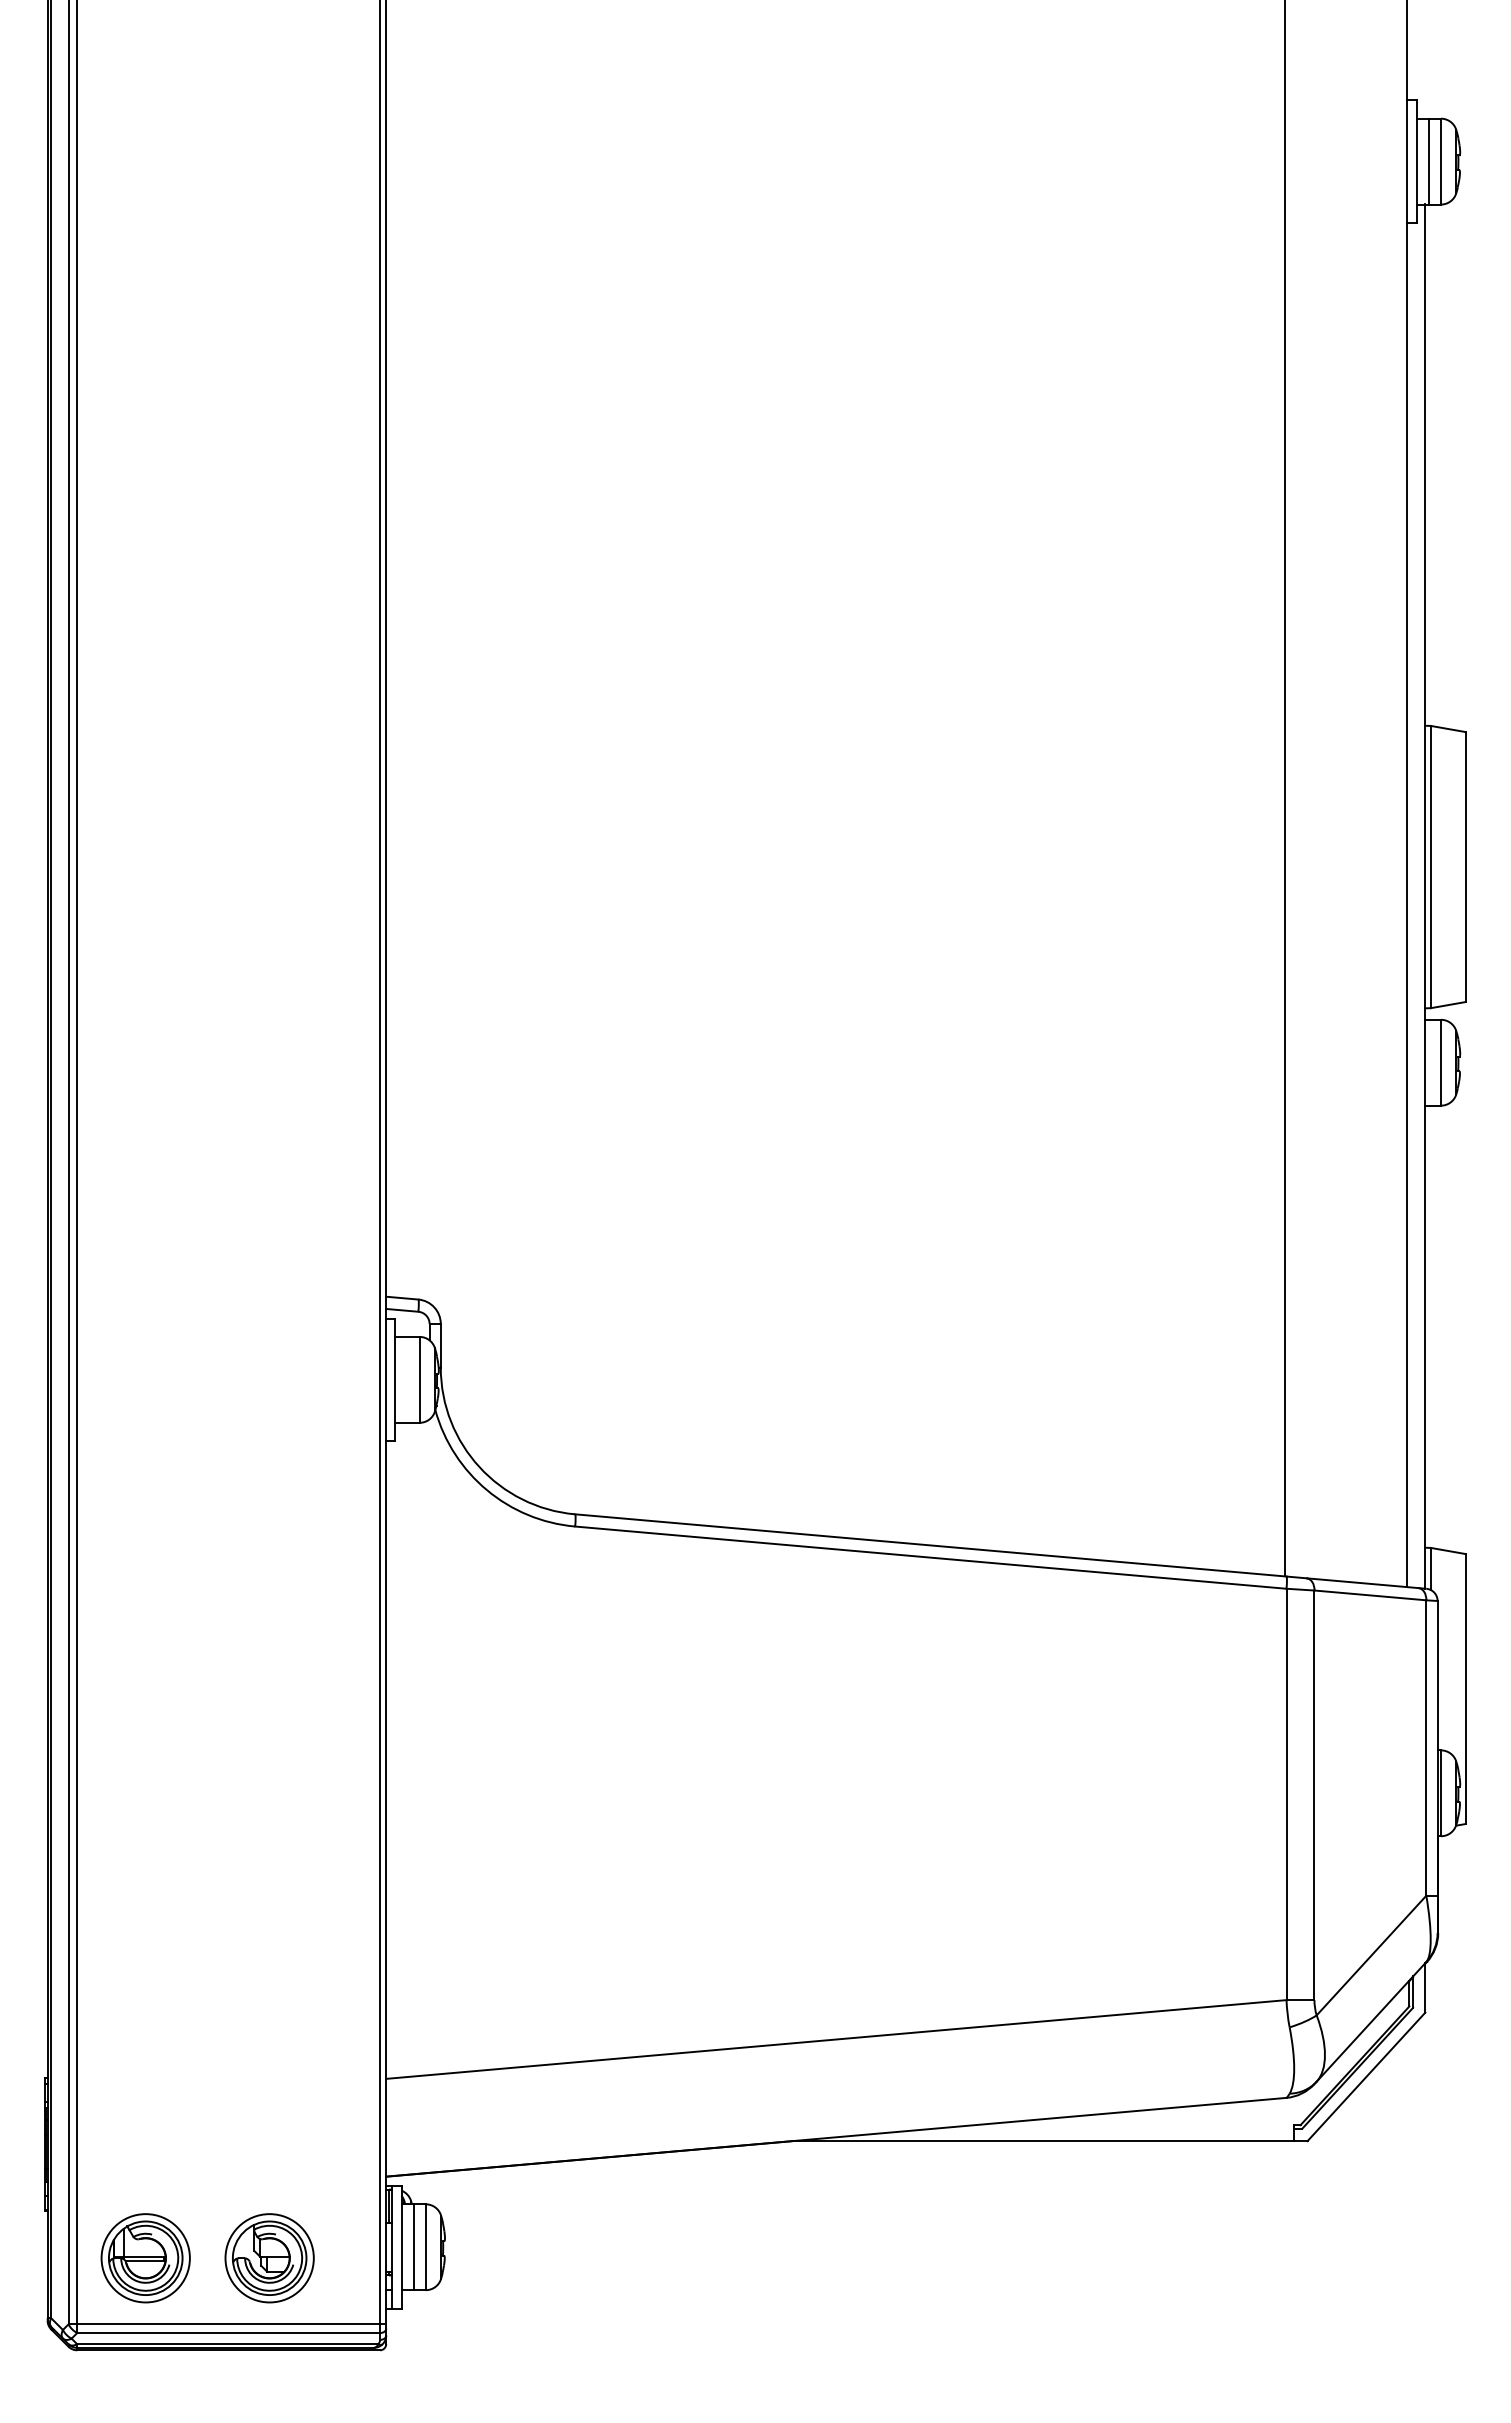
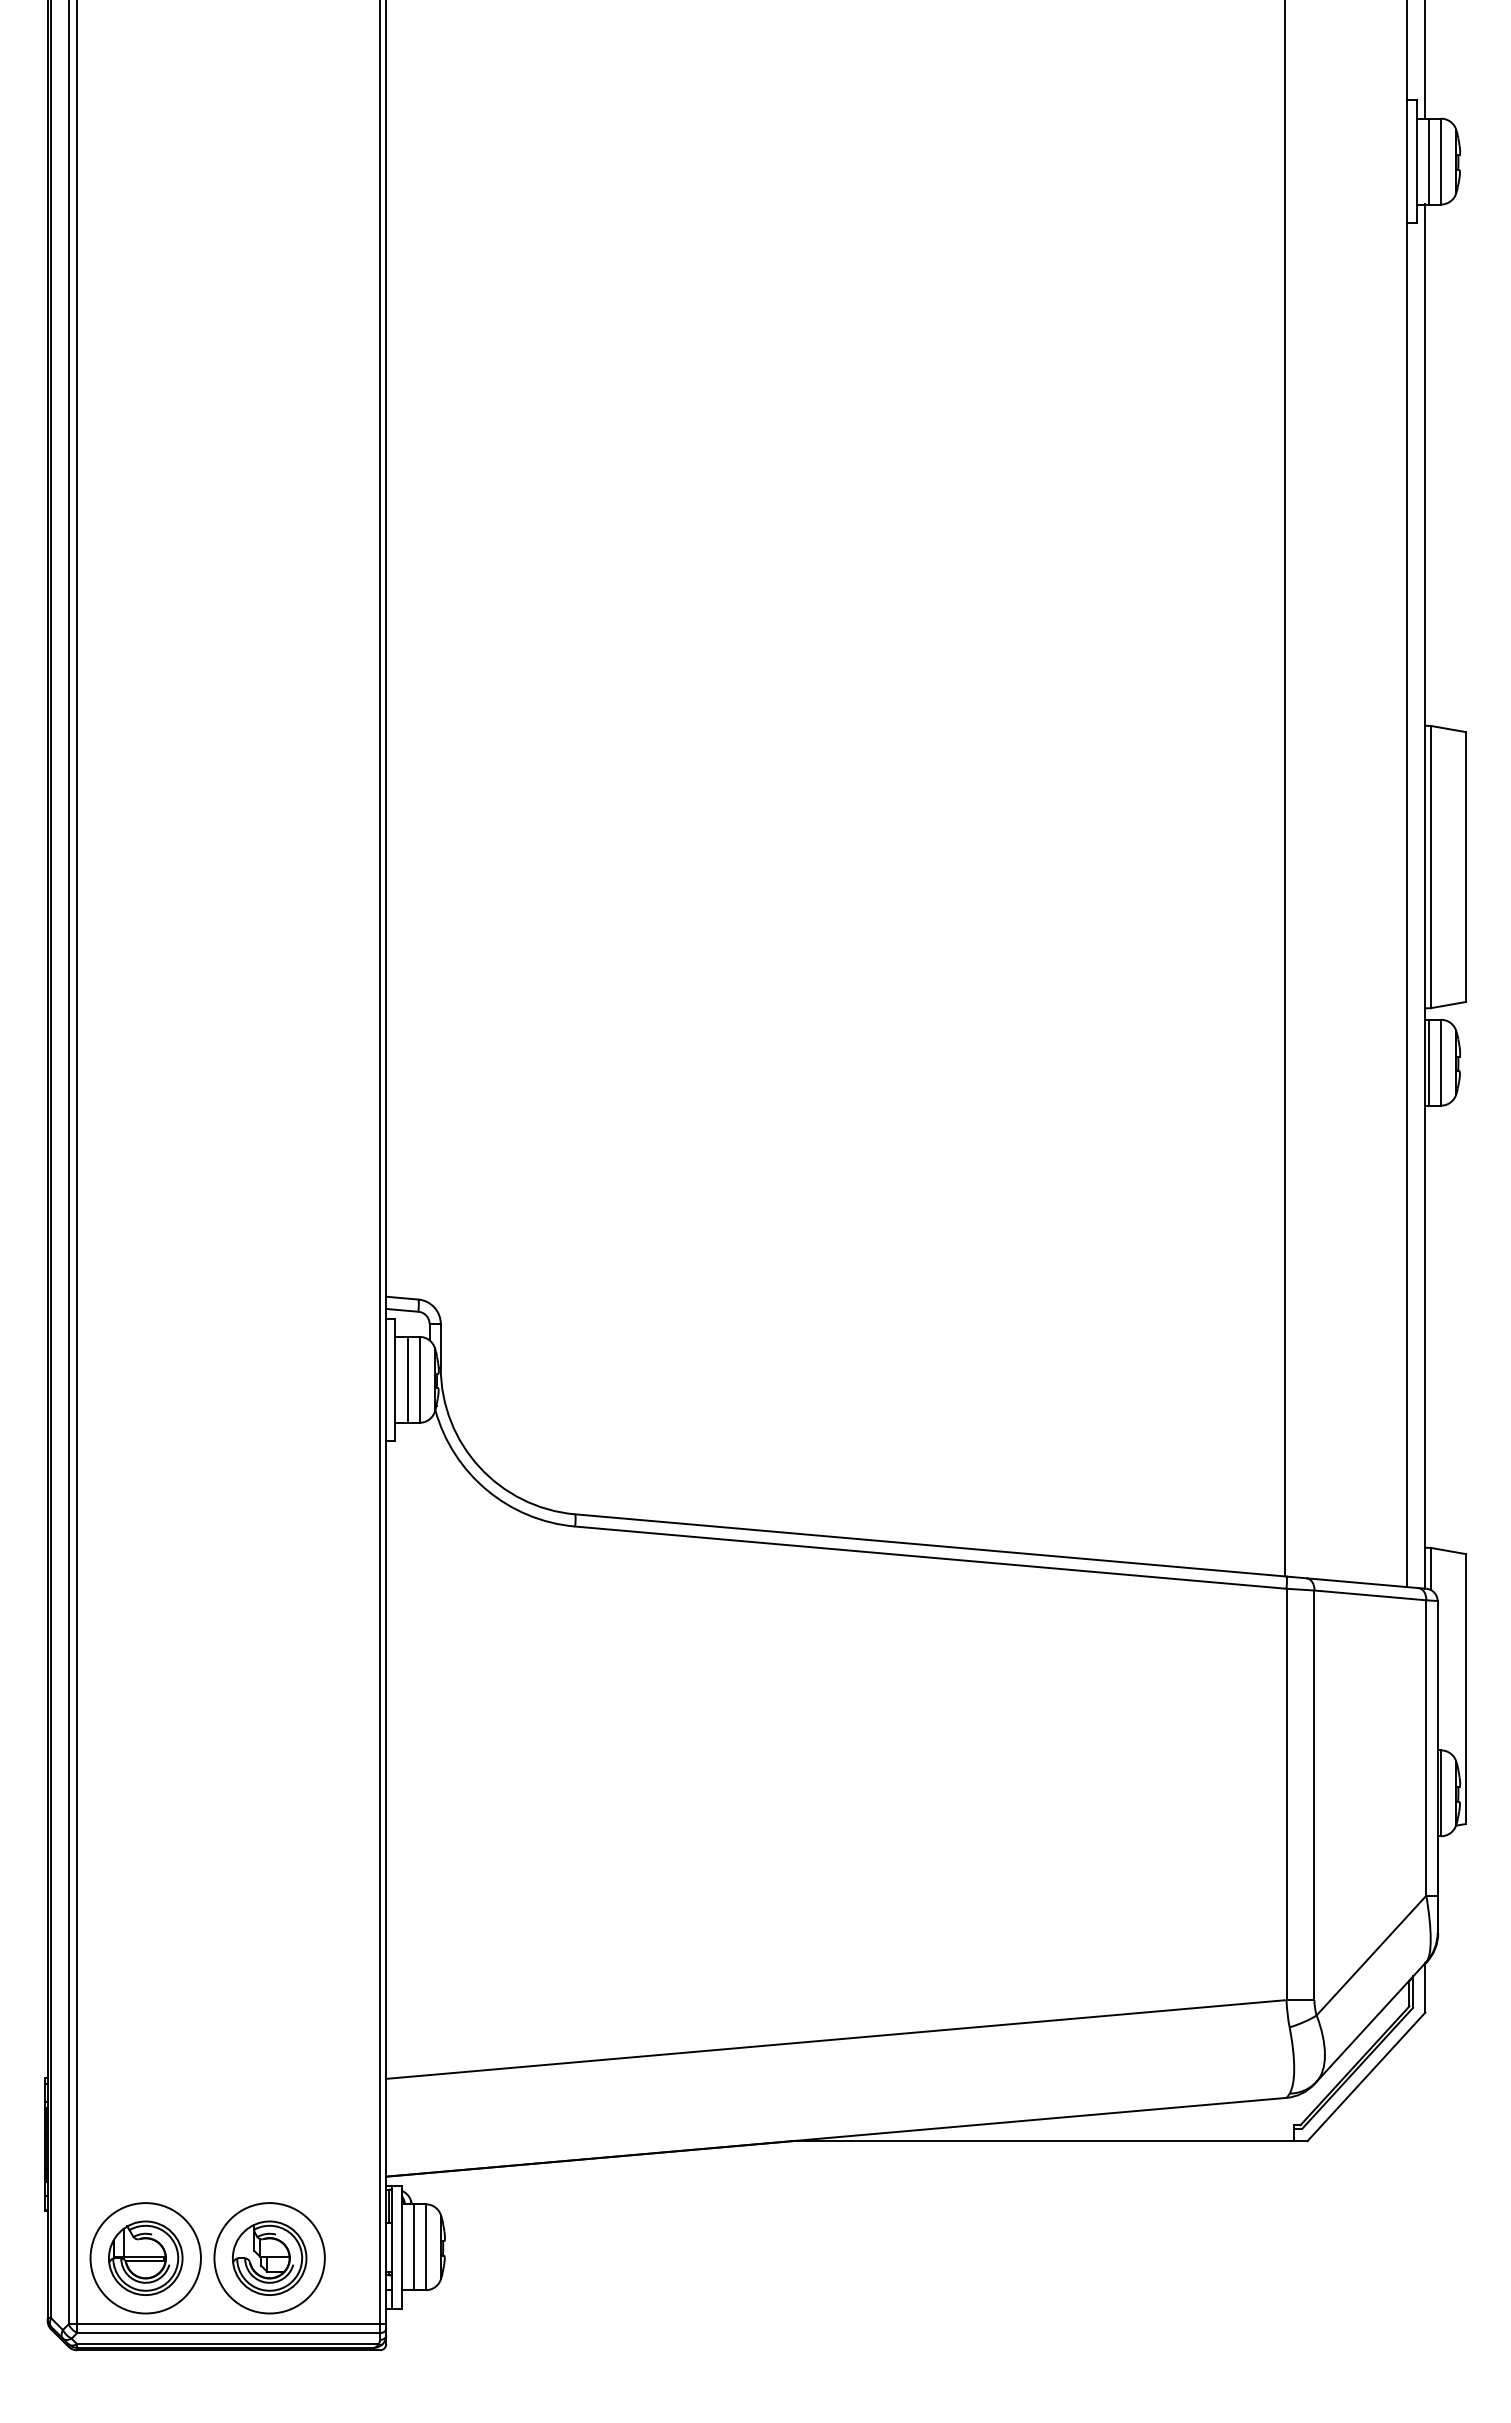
line at (1425, 60): none -> present
line at (1429, 1062): none -> present
line at (407, 1379): none -> present
circle at (145, 2258) diameter: 88 px -> 110 px
circle at (269, 2258) diameter: 88 px -> 110 px
